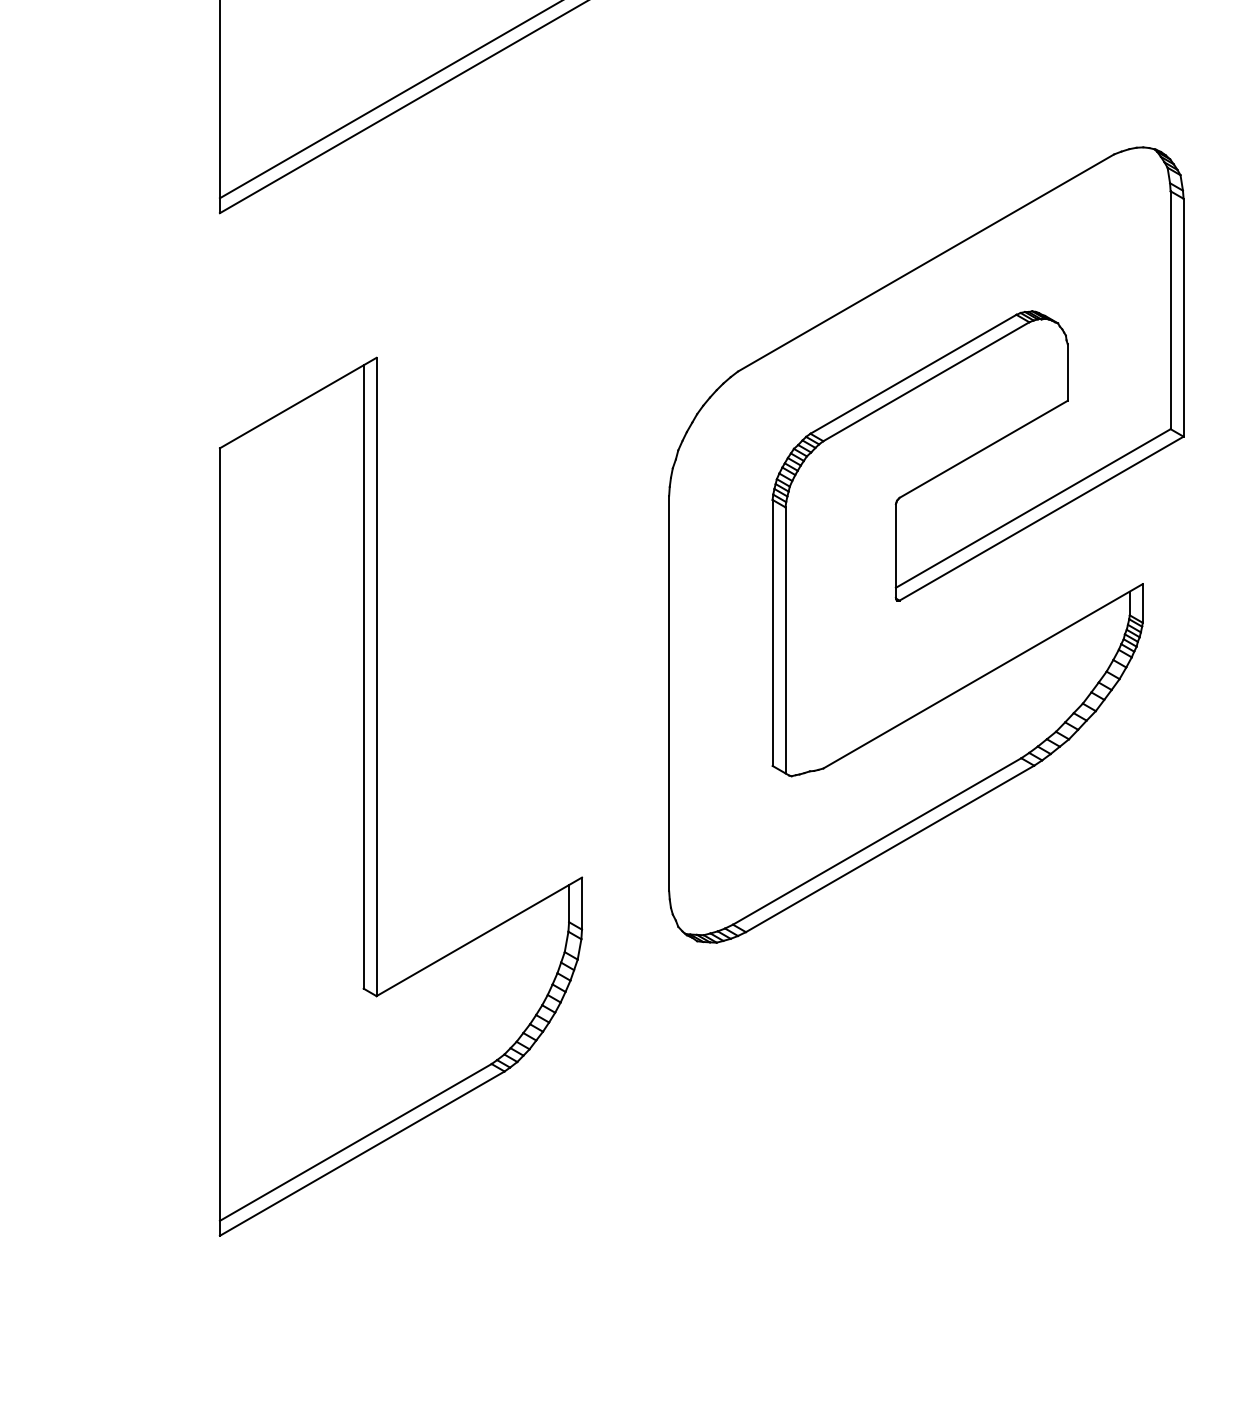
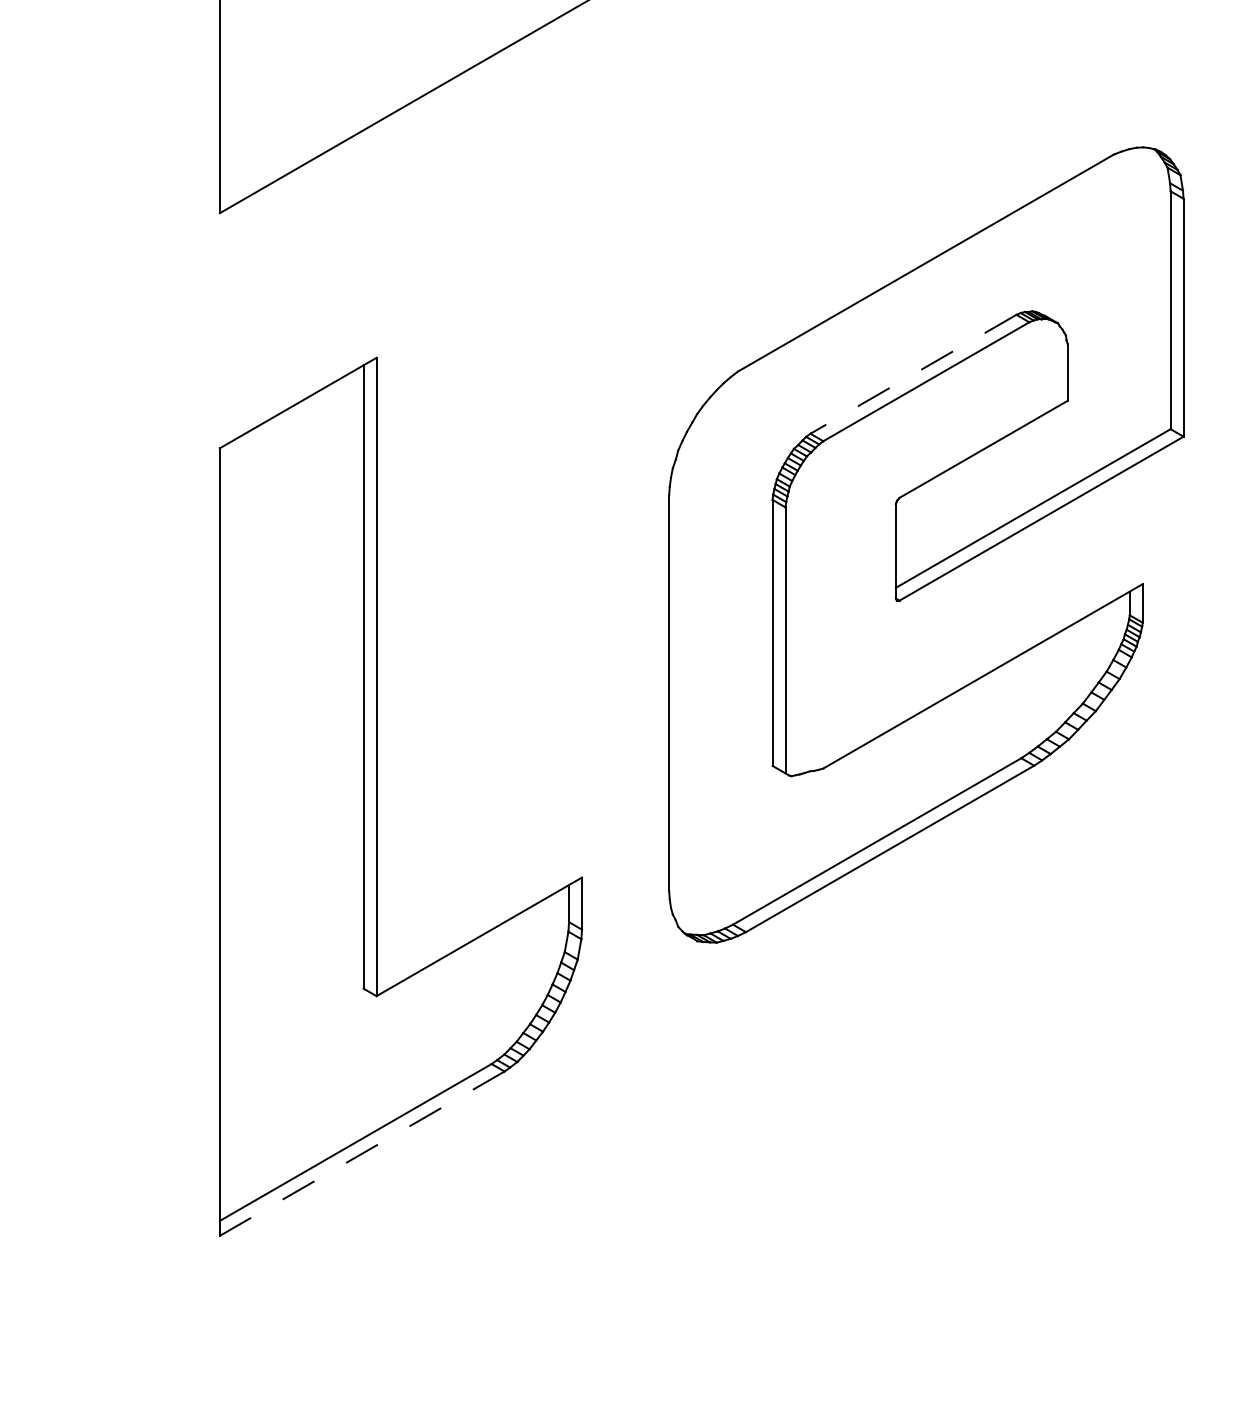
line at (389, 100): present -> none
line at (913, 374): solid -> dashed
line at (361, 1153): solid -> dashed
